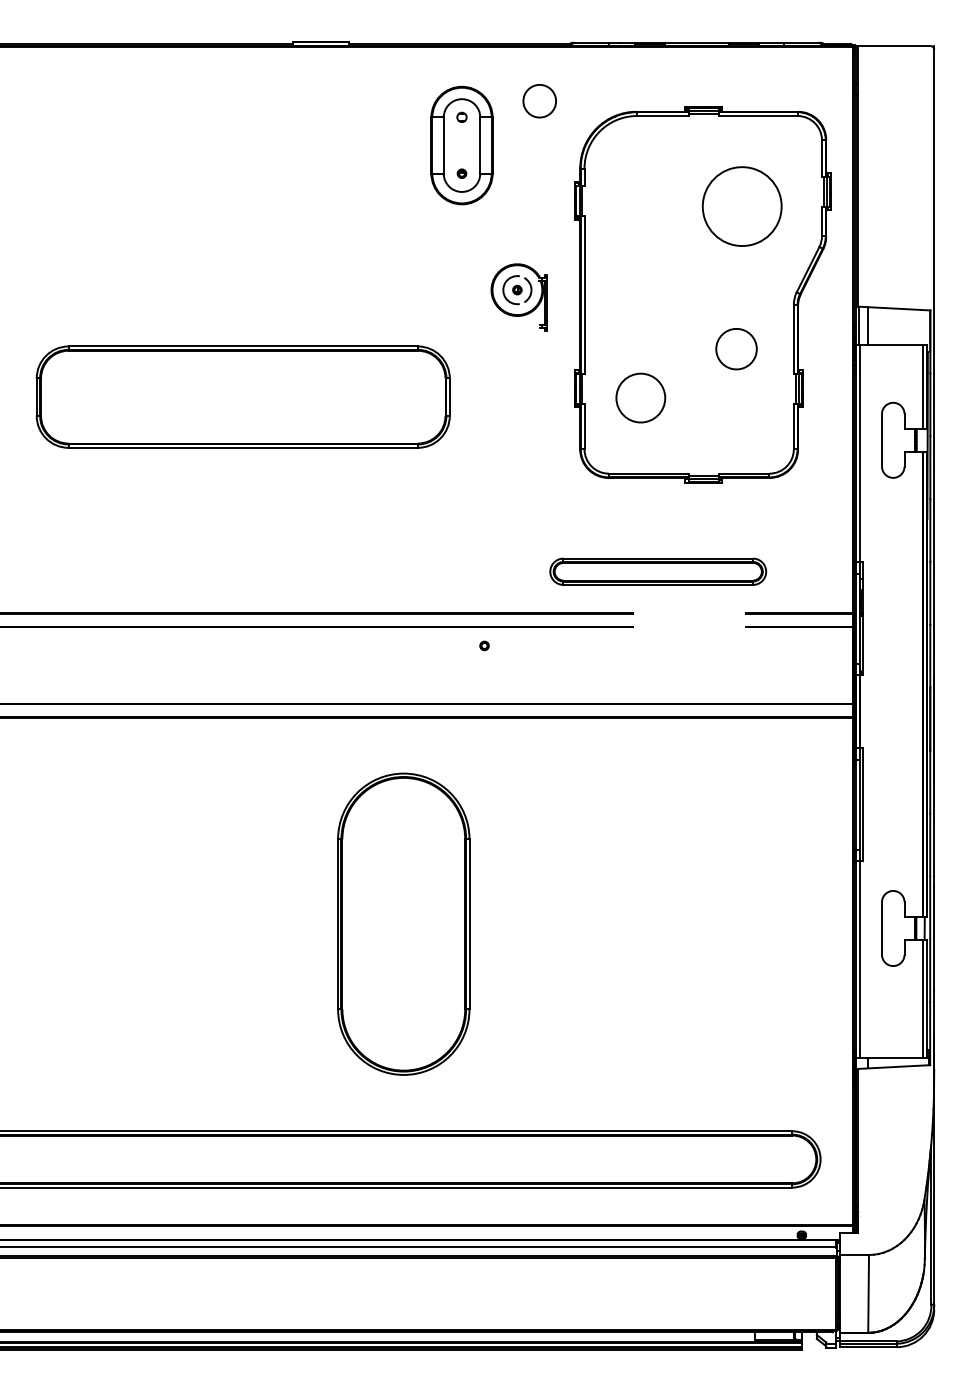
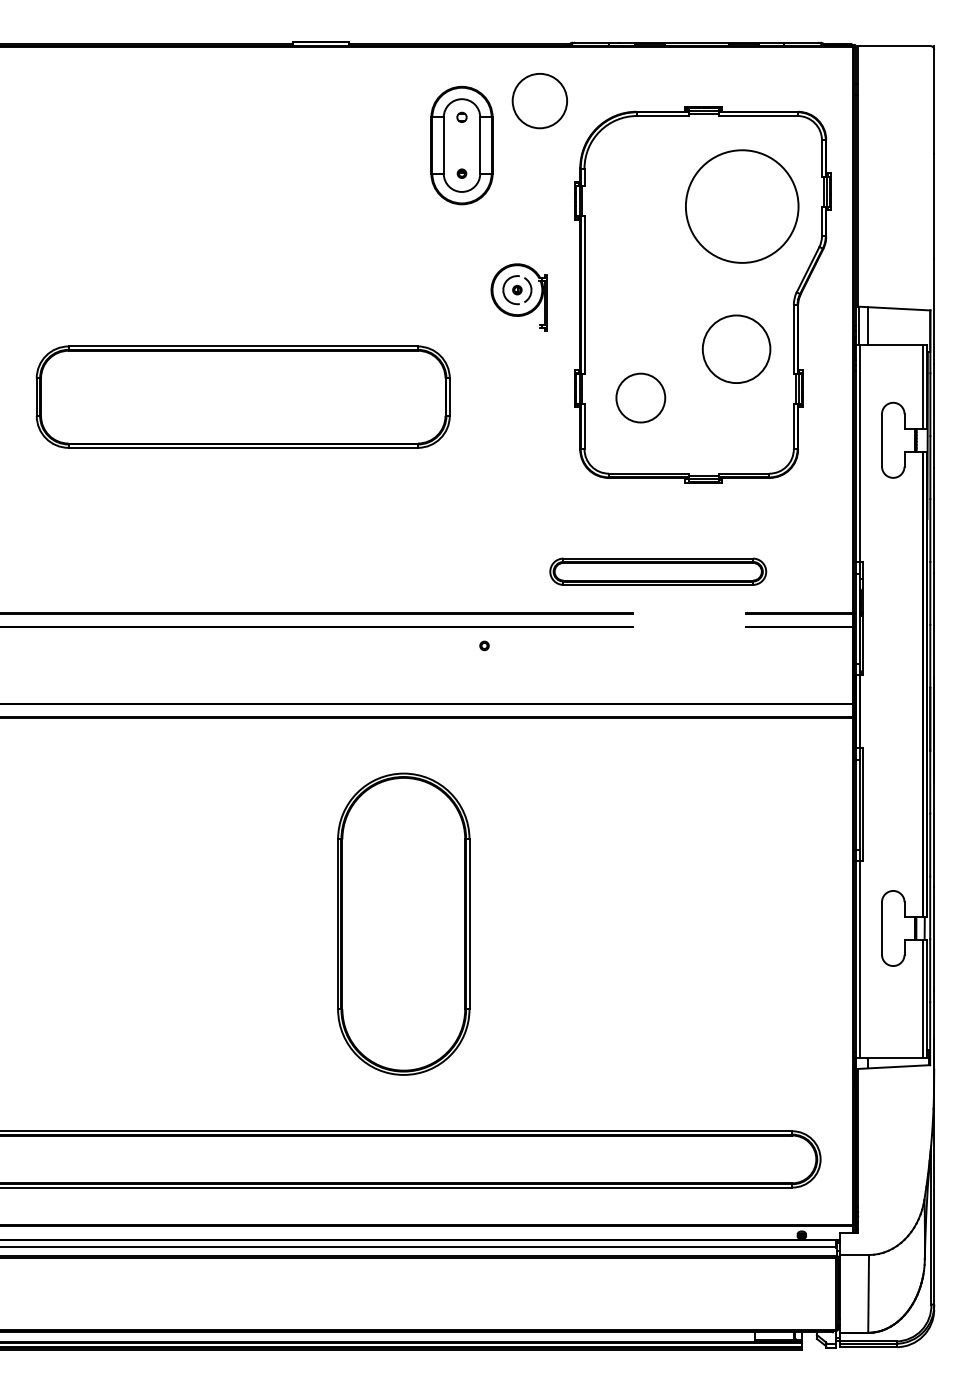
circle at (539, 101) size: 35x35 px -> 57x57 px
circle at (741, 206) diameter: 79 px -> 113 px
circle at (736, 349) size: 43x43 px -> 71x70 px
